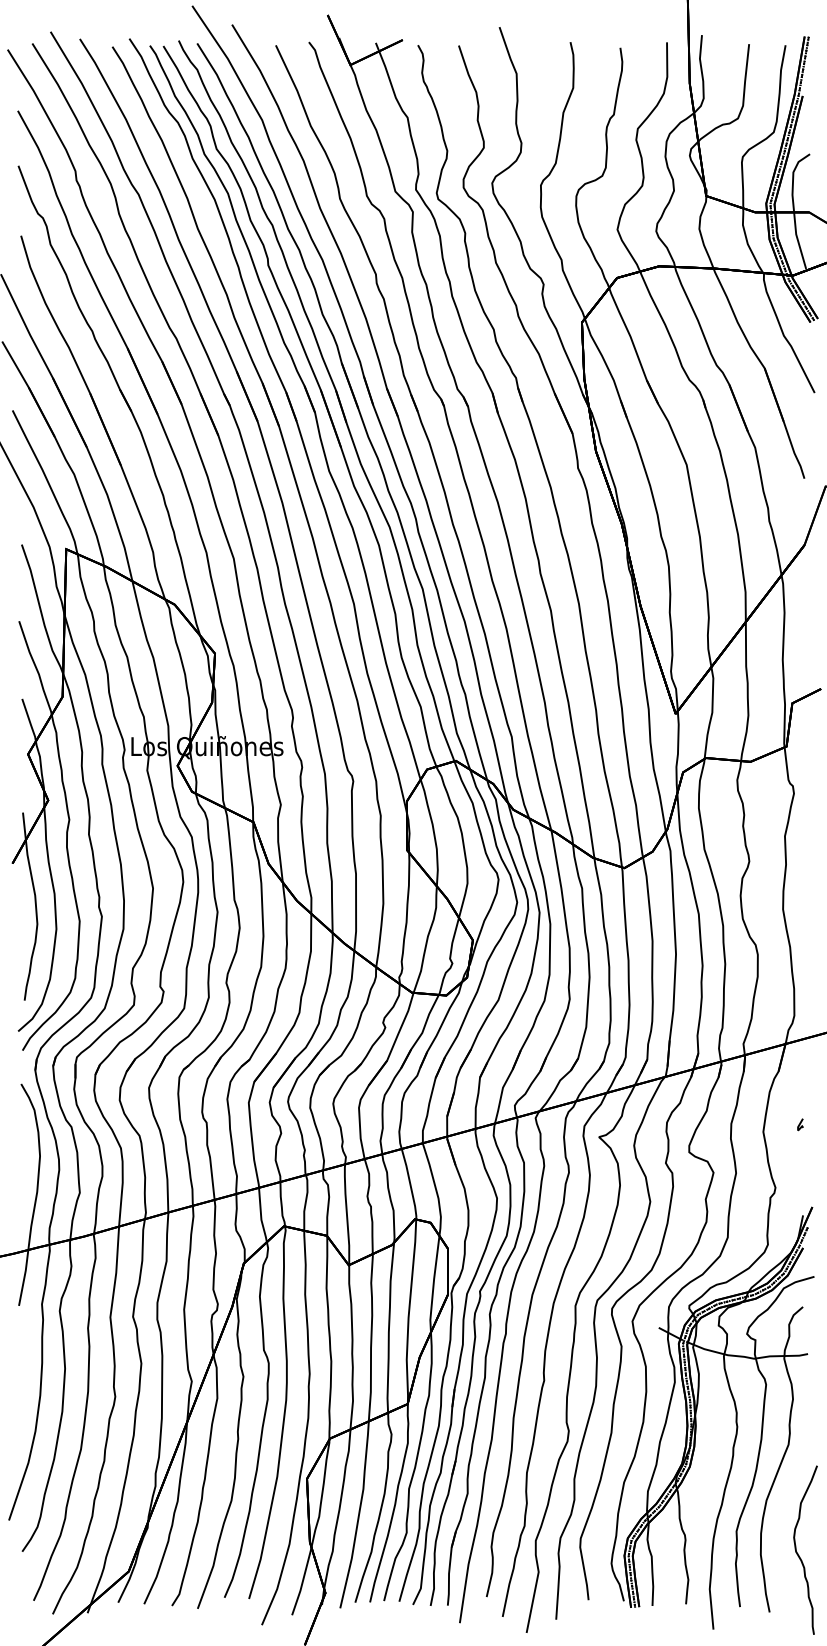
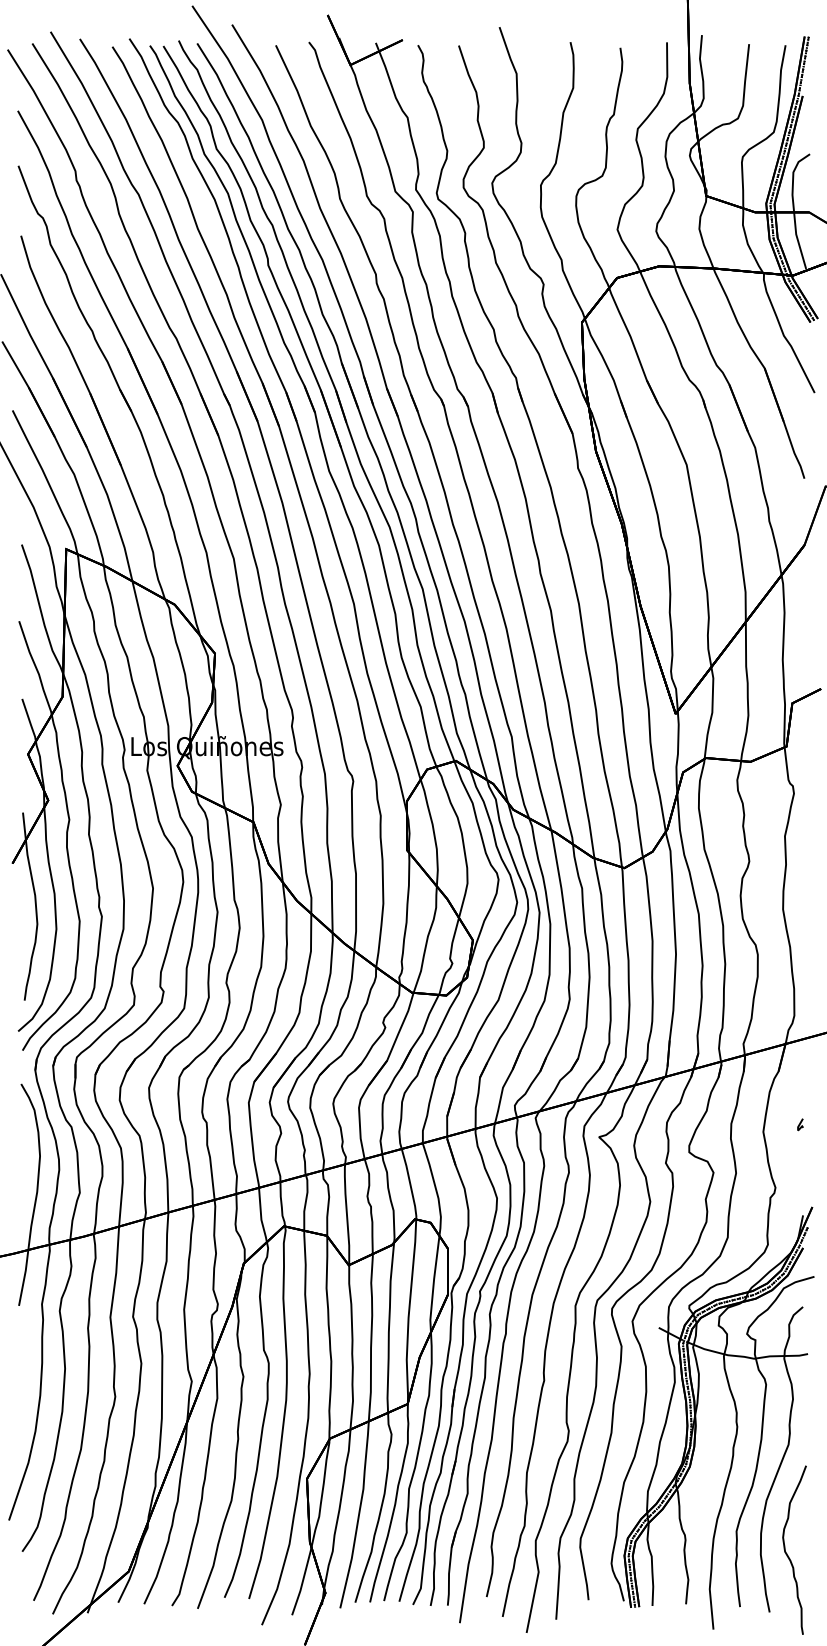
curve at (798, 1553) position: (798, 1553) -> (787, 1553)
